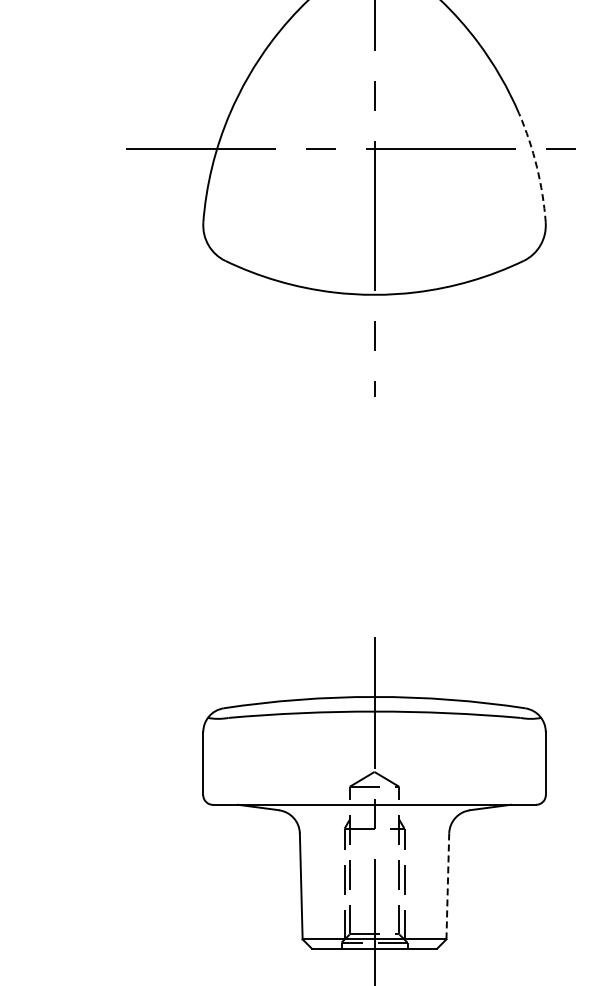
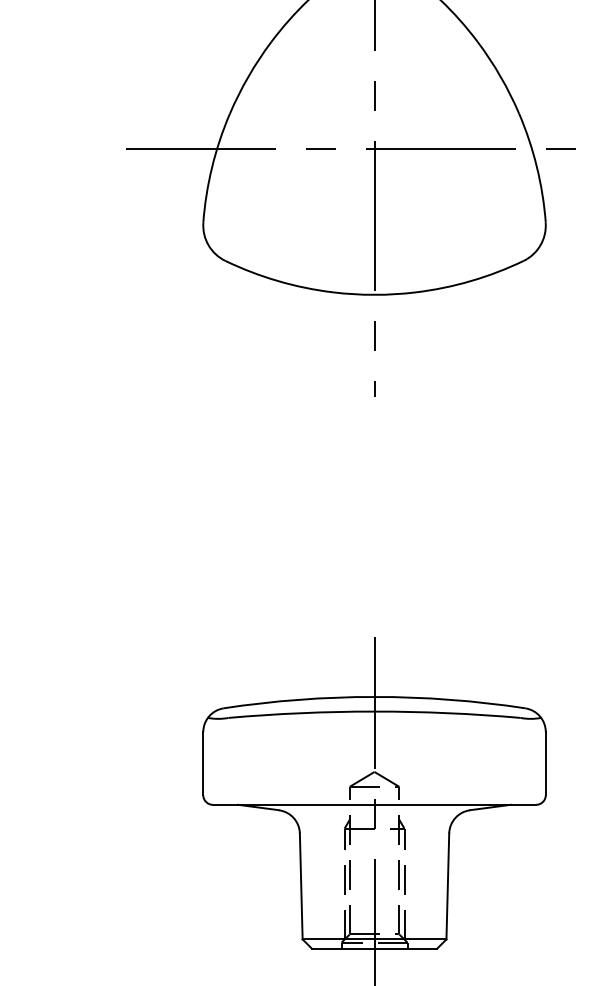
arc at (536, 167): dashed -> solid
line at (447, 885): dashed -> solid
